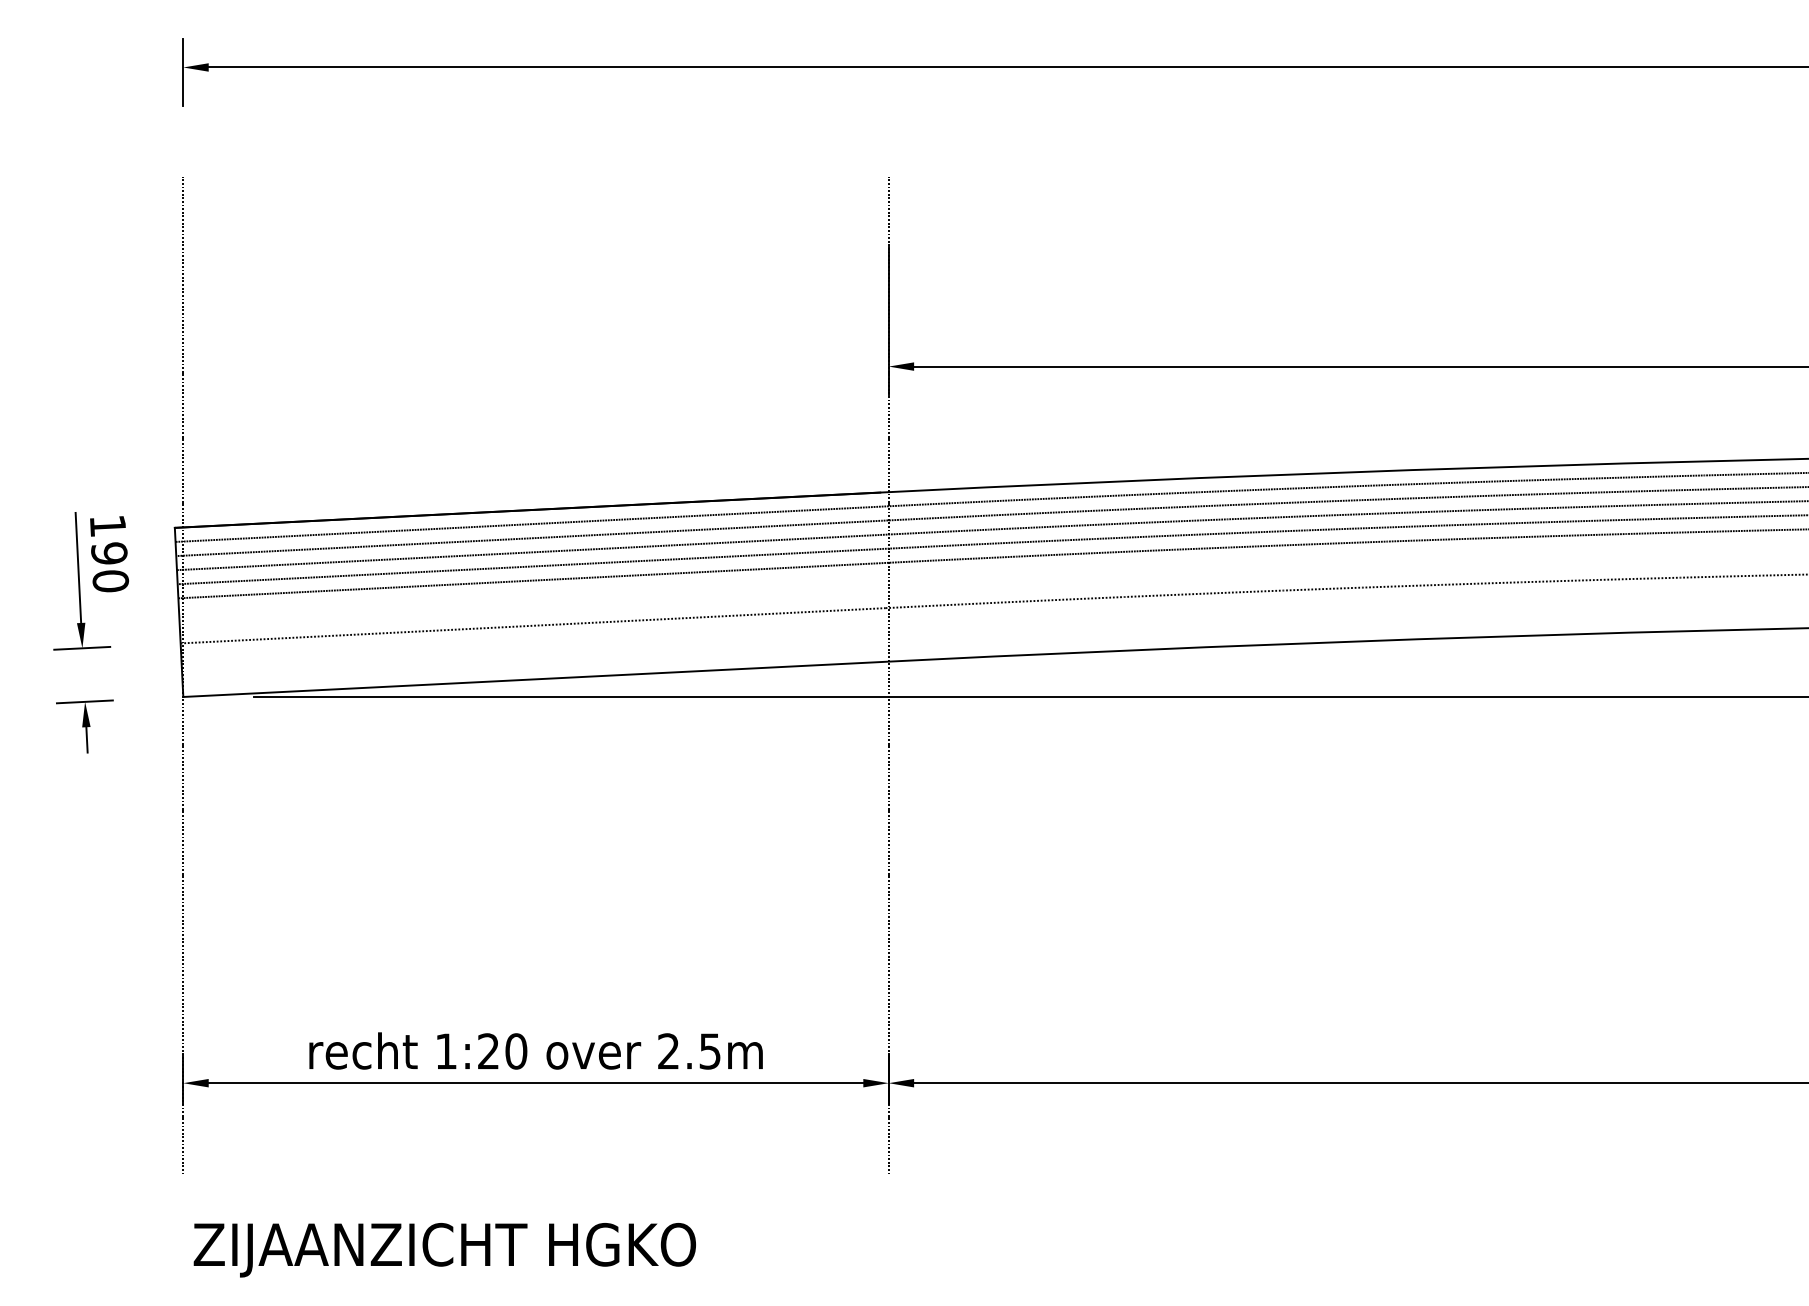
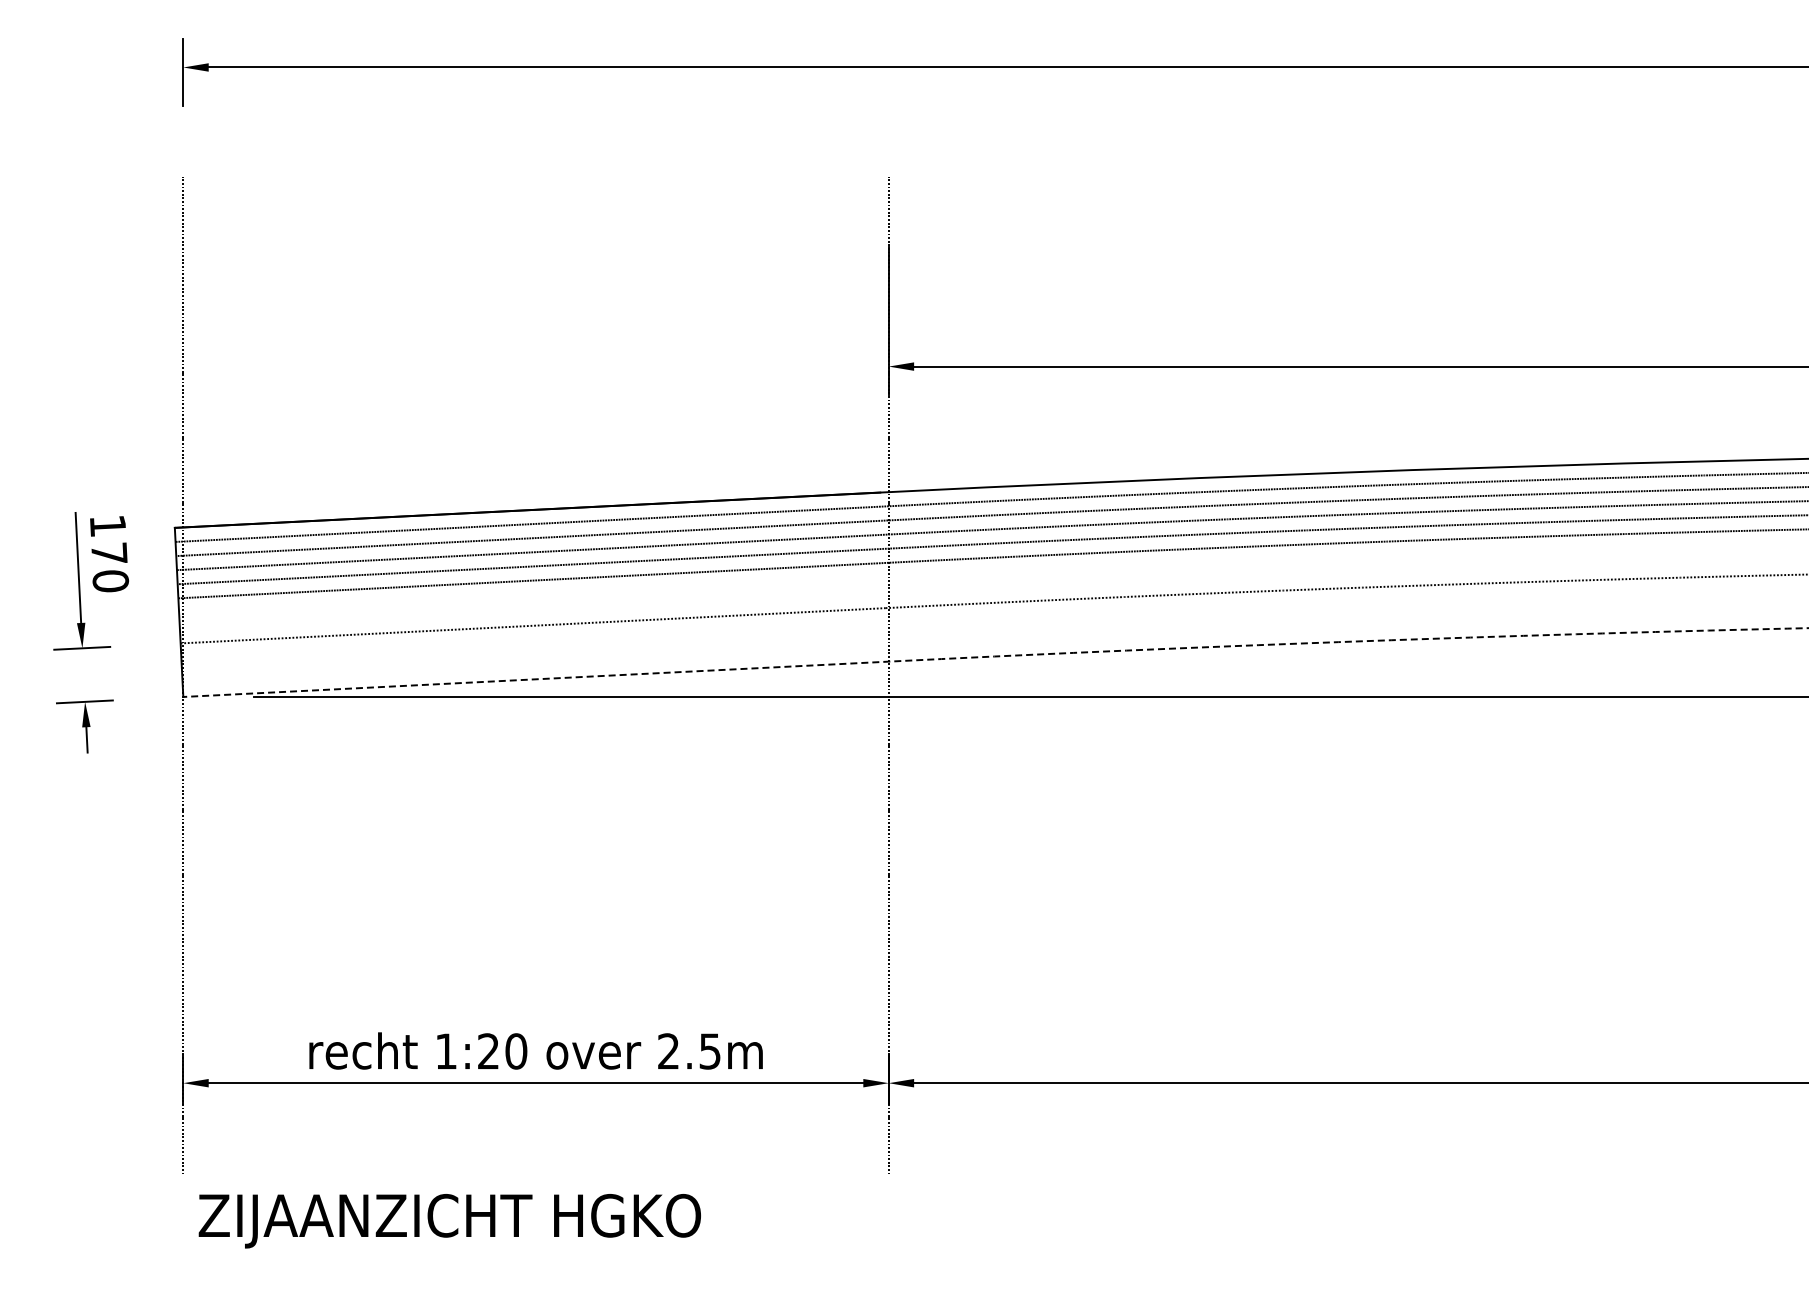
text at (109, 553): 190 -> 170
line at (998, 656): solid -> dashed
text at (444, 1250) position: (444, 1250) -> (449, 1221)
